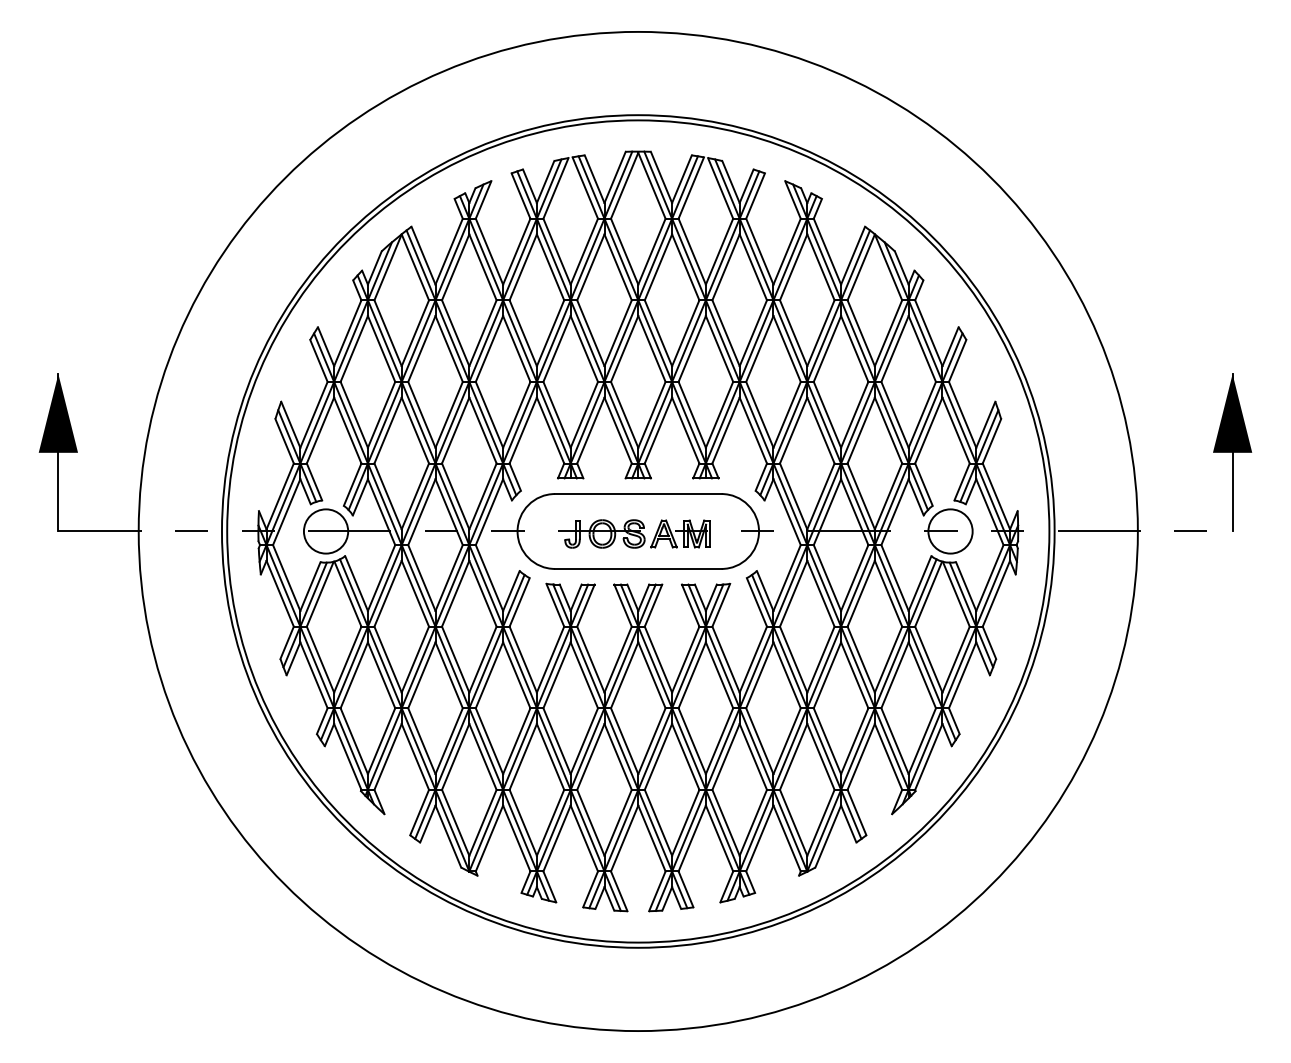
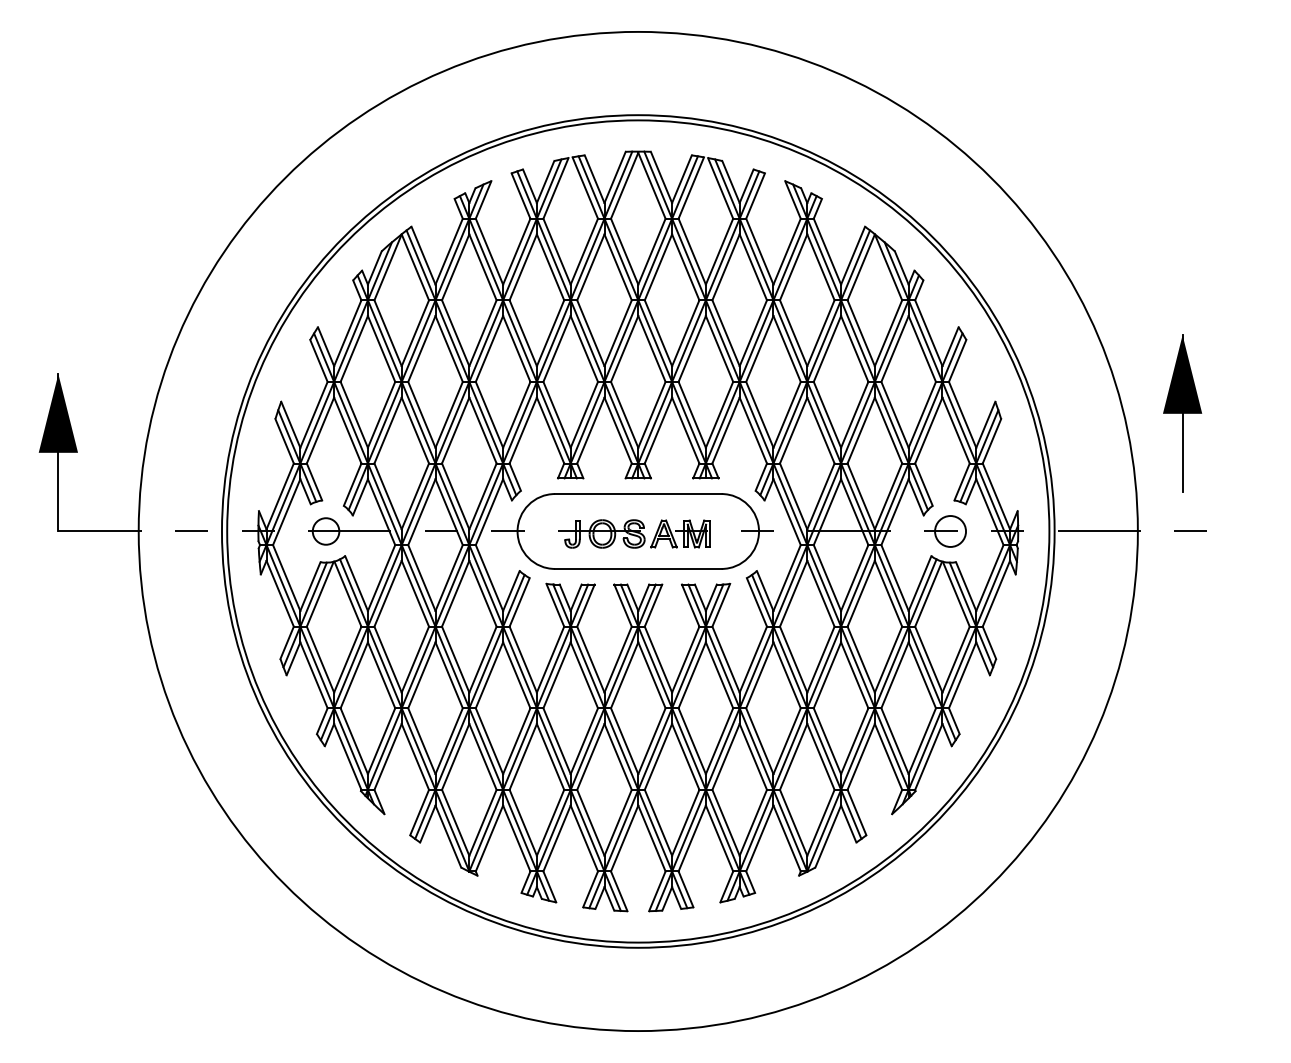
part at (1232, 452) position: (1232, 452) -> (1182, 413)
circle at (325, 531) diameter: 44 px -> 27 px
circle at (950, 531) diameter: 44 px -> 31 px
